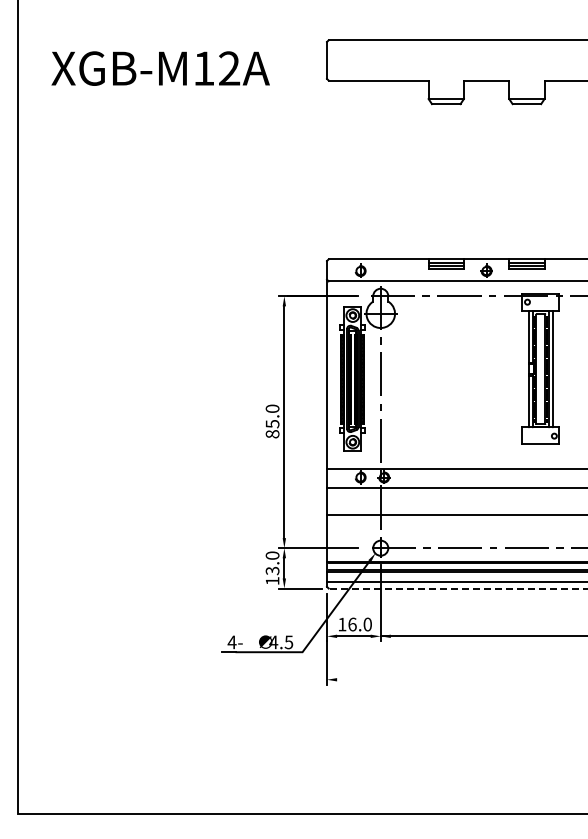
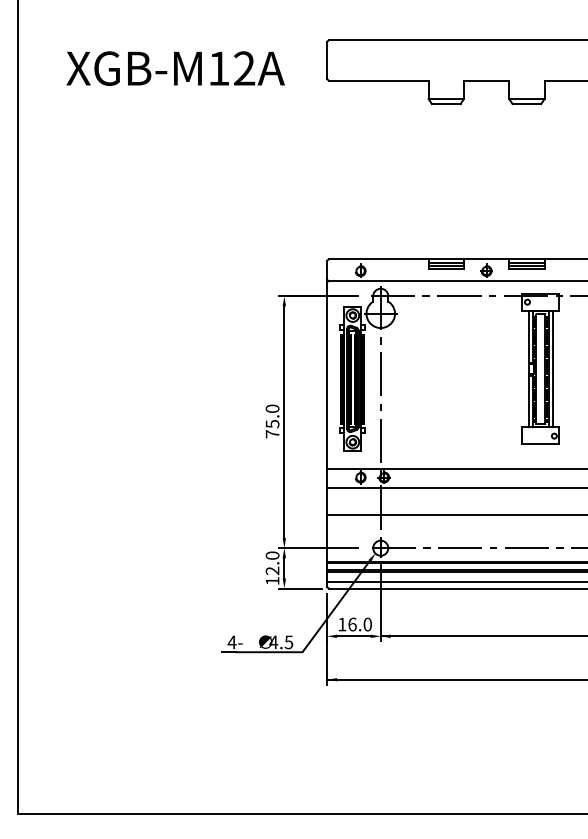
text at (160, 68) position: (160, 68) -> (175, 68)
text at (272, 434): 85.0 -> 75.0
text at (272, 570): 13.0 -> 12.0
line at (457, 588): dashed -> solid
line at (455, 679): none -> present
